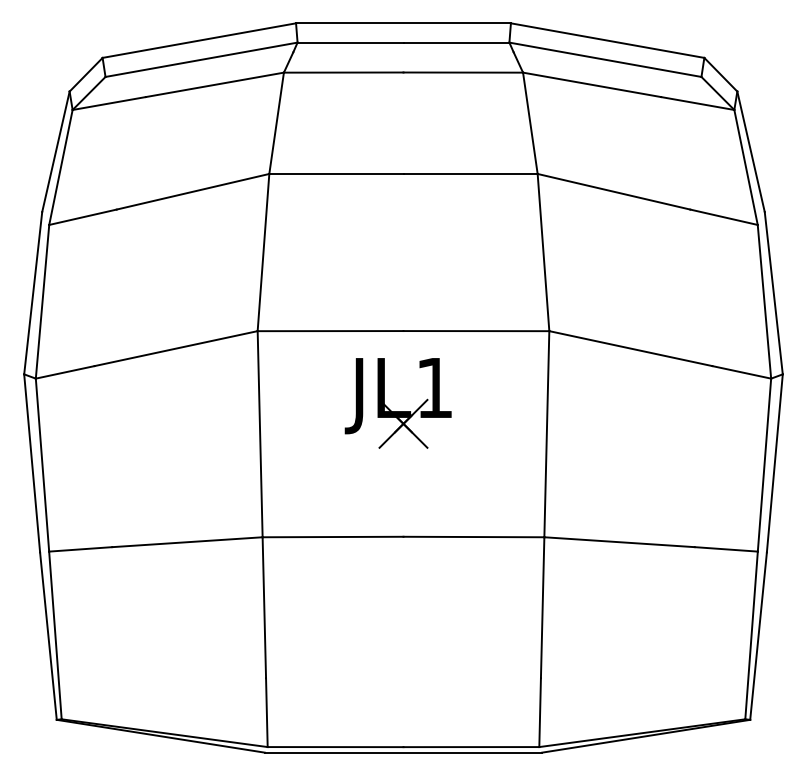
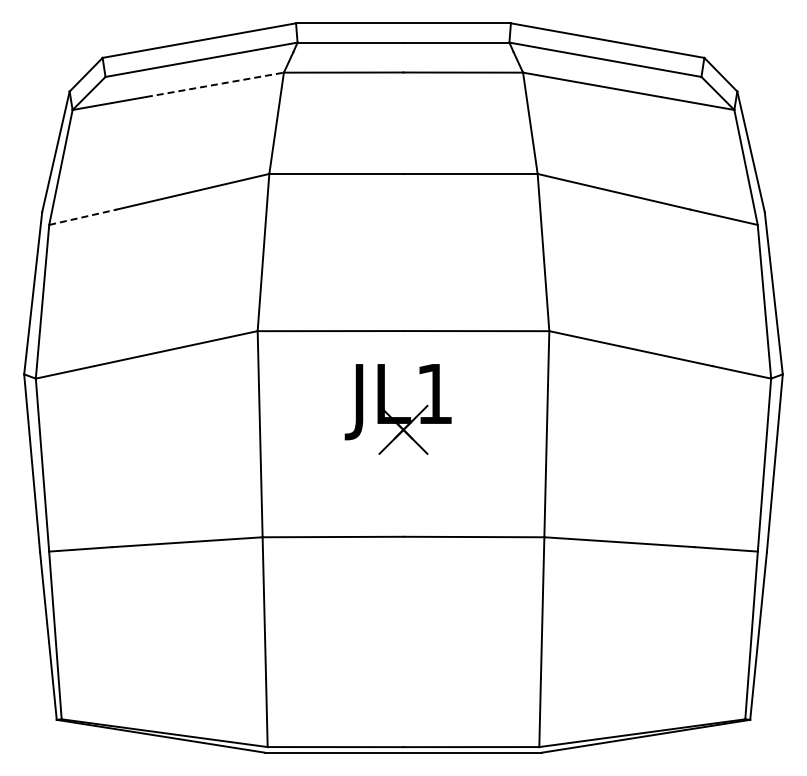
line at (215, 84): solid -> dashed
line at (82, 217): solid -> dashed
part at (397, 411) position: (397, 411) -> (397, 417)
